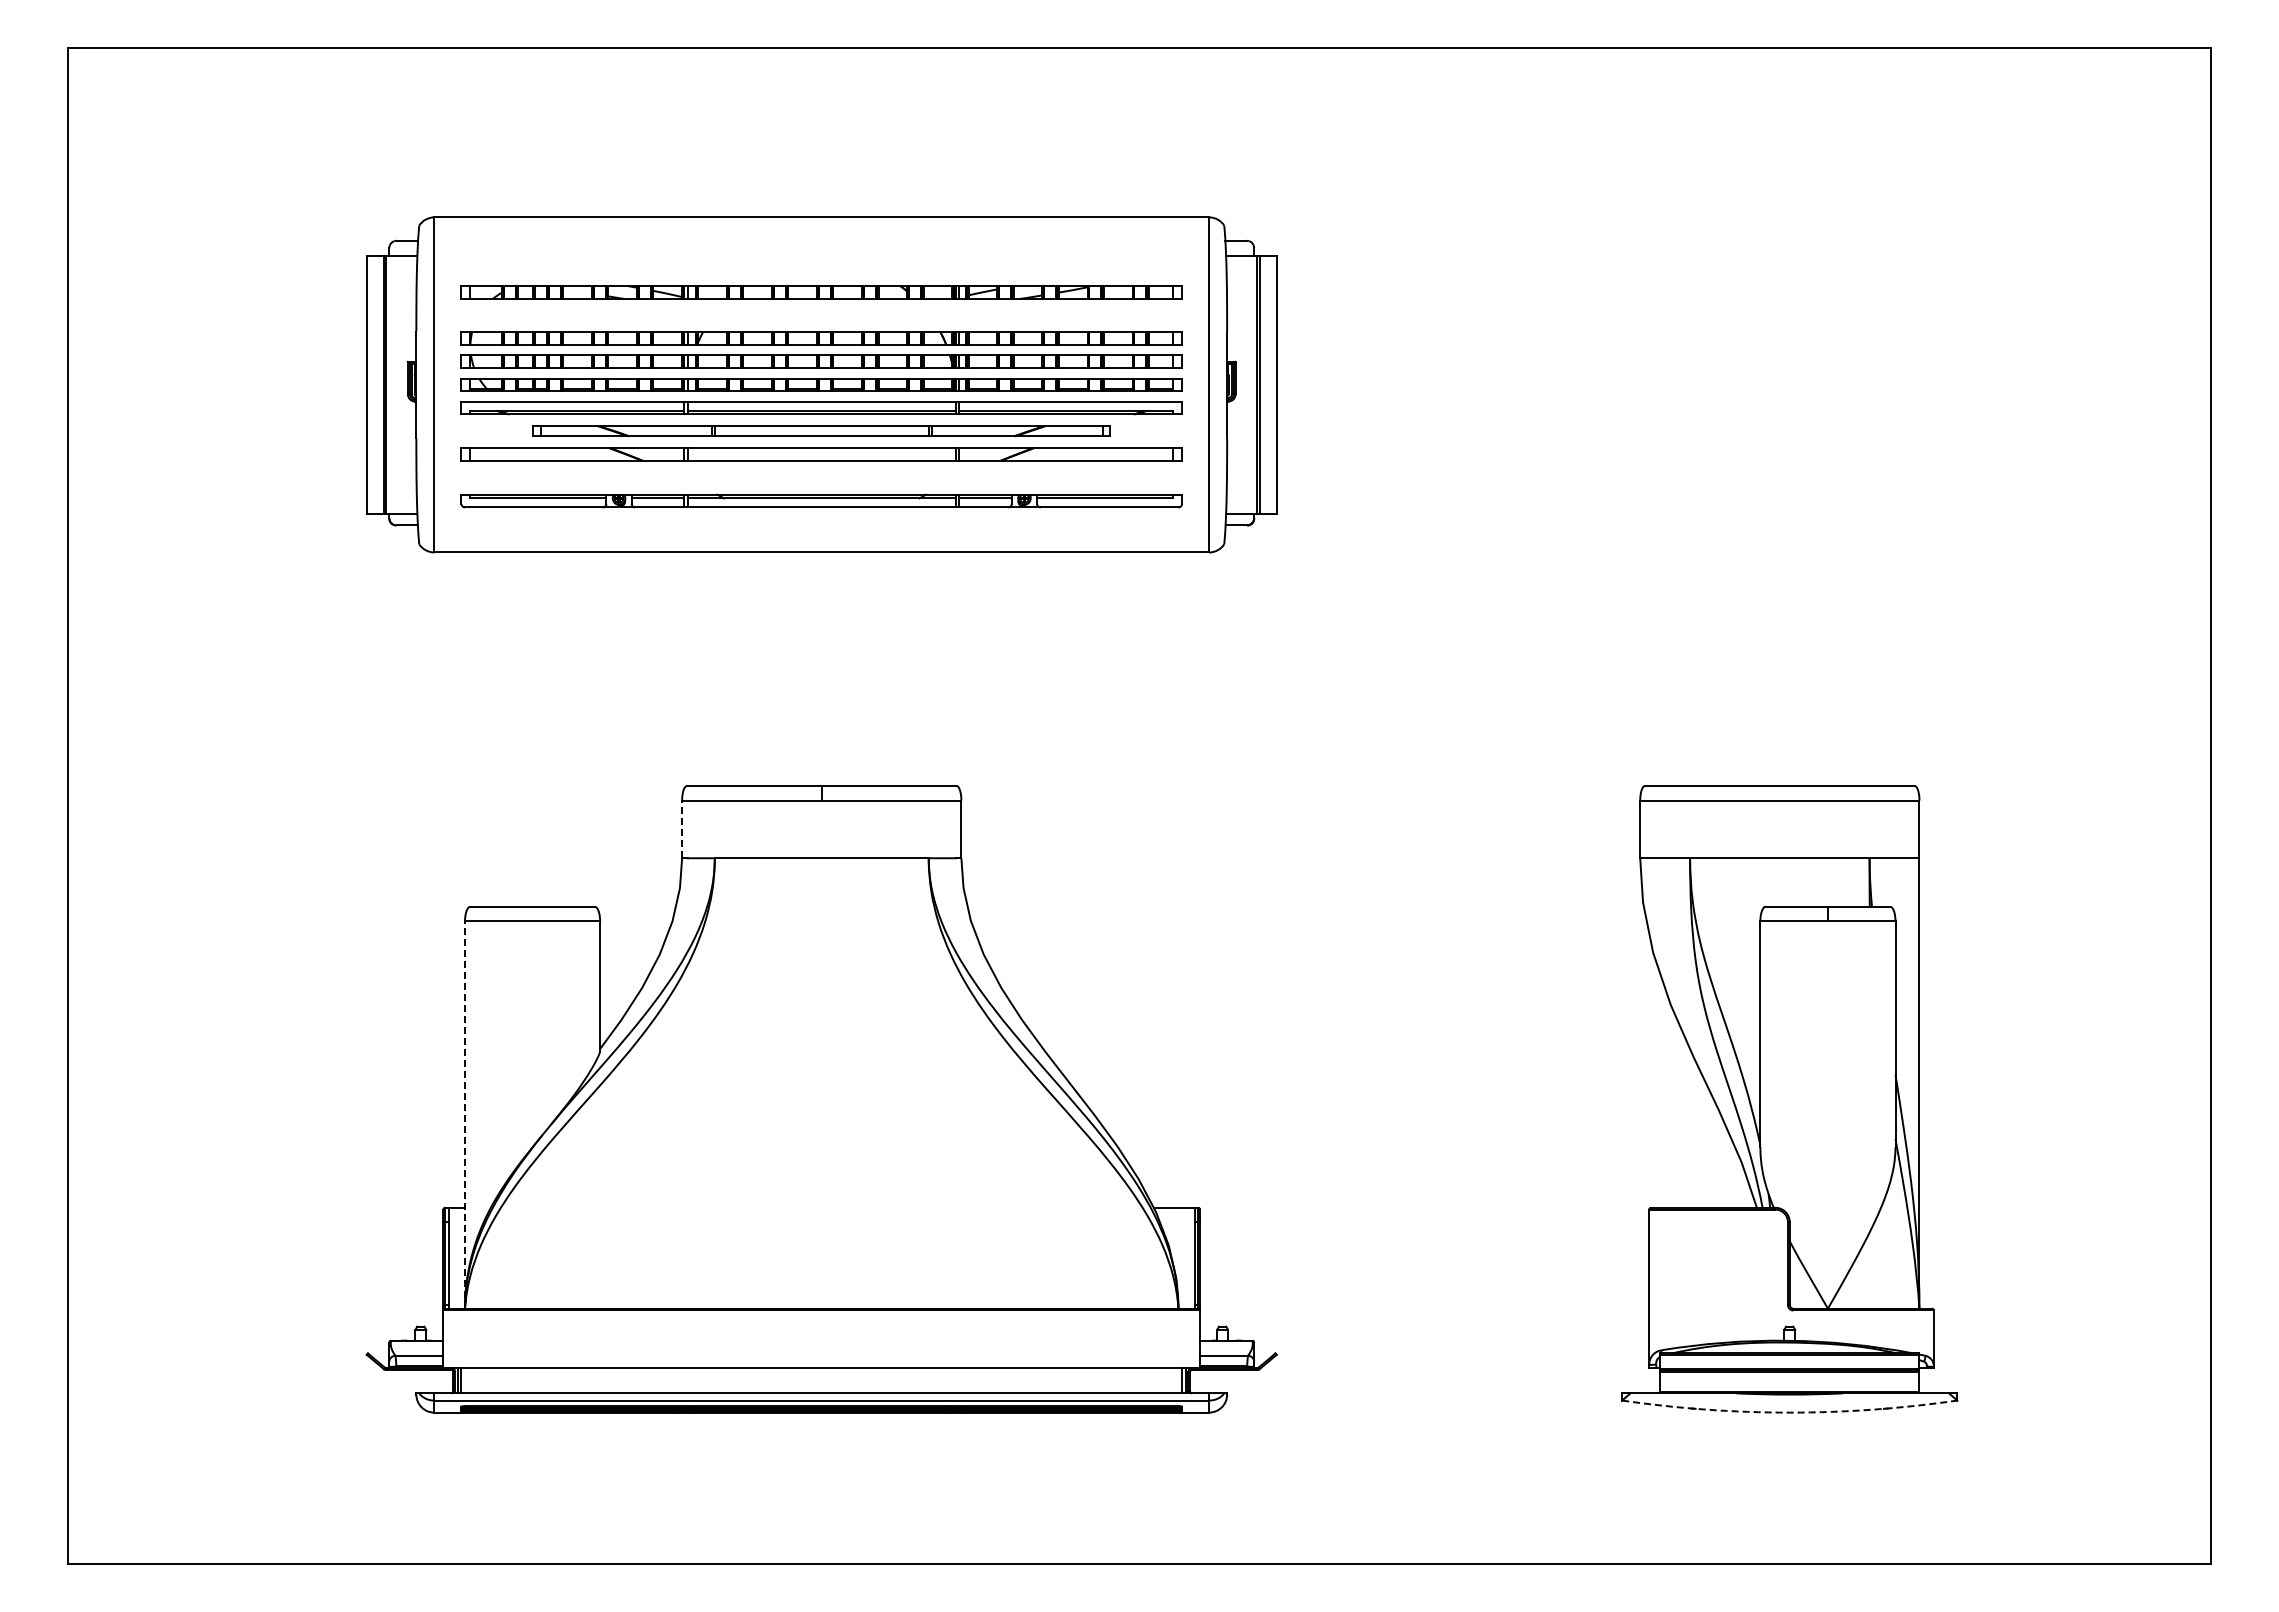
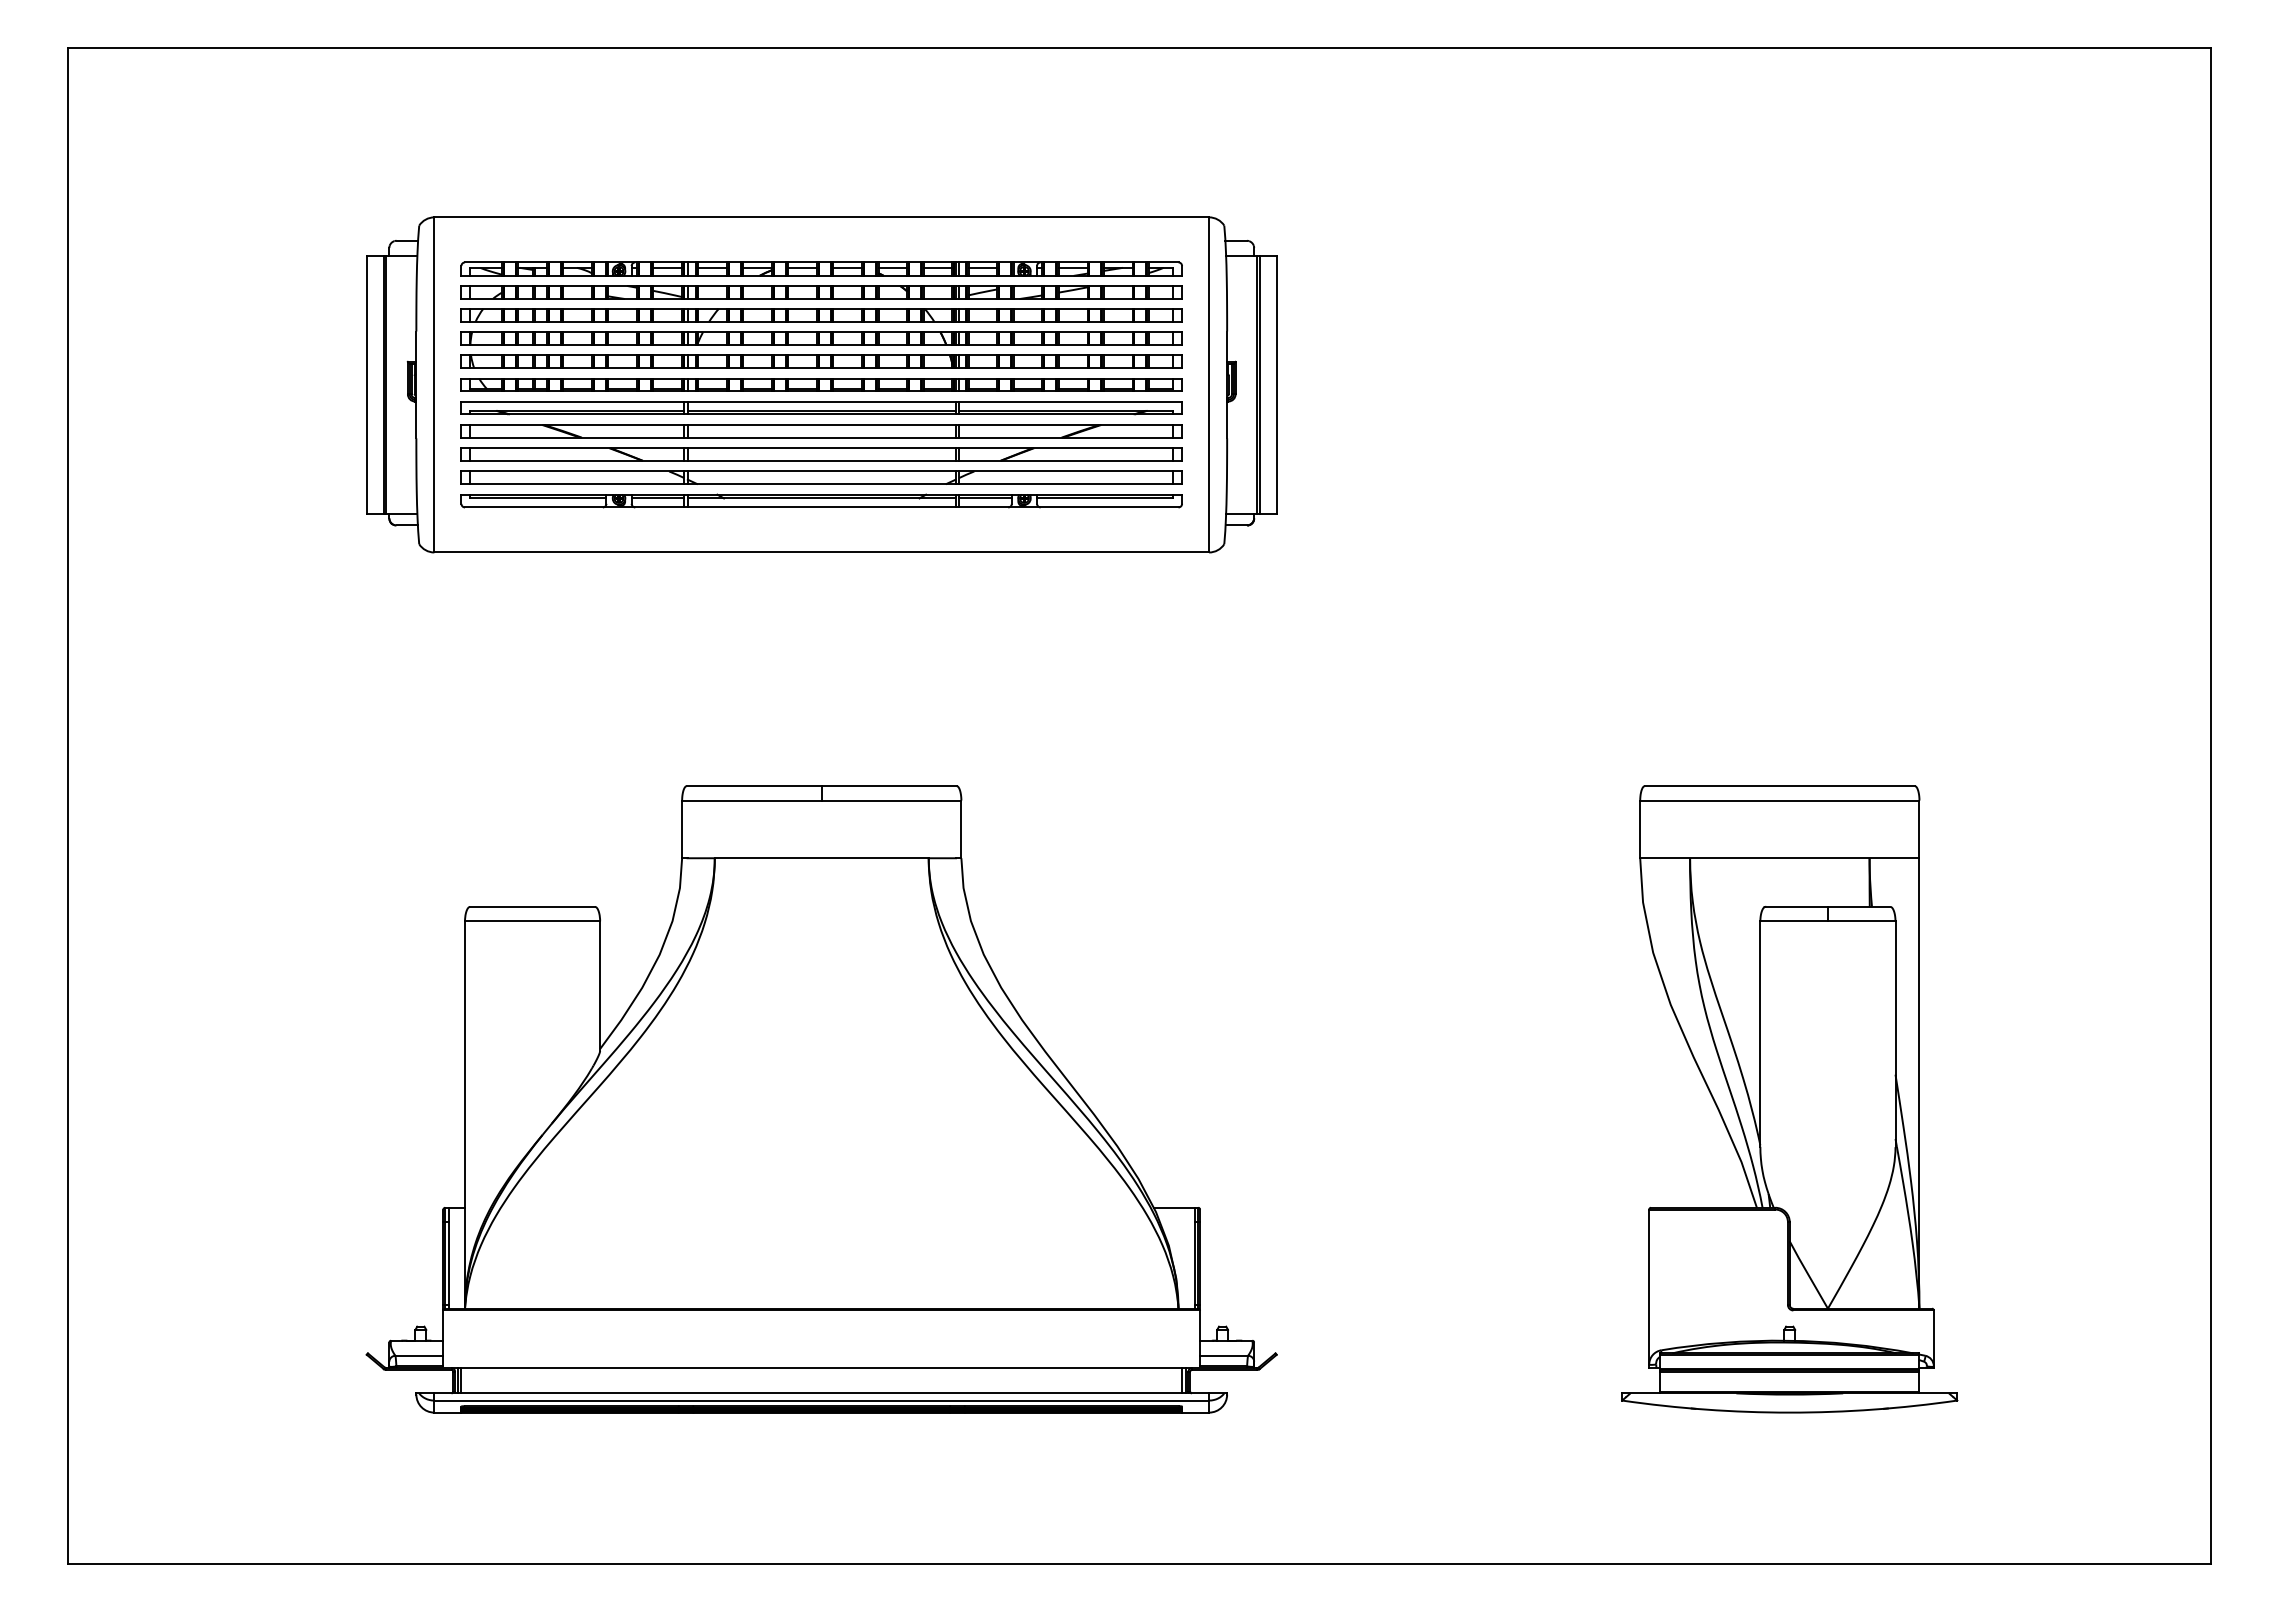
part at (821, 268): none -> present
part at (821, 315): none -> present
part at (821, 431) size: 579x13 px -> 723x15 px
part at (821, 477): none -> present
line at (682, 829): dashed -> solid
line at (465, 1114): dashed -> solid
arc at (1789, 1412): dashed -> solid
